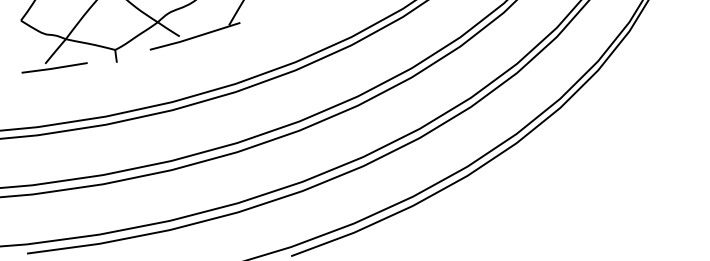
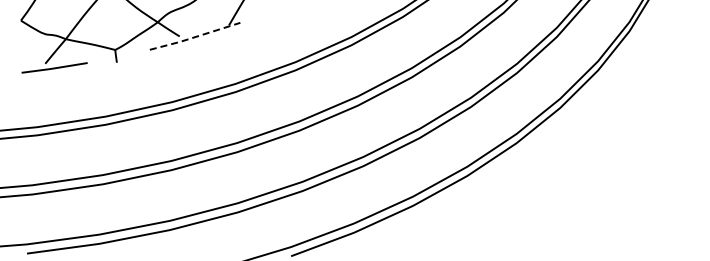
line at (195, 37): solid -> dashed
